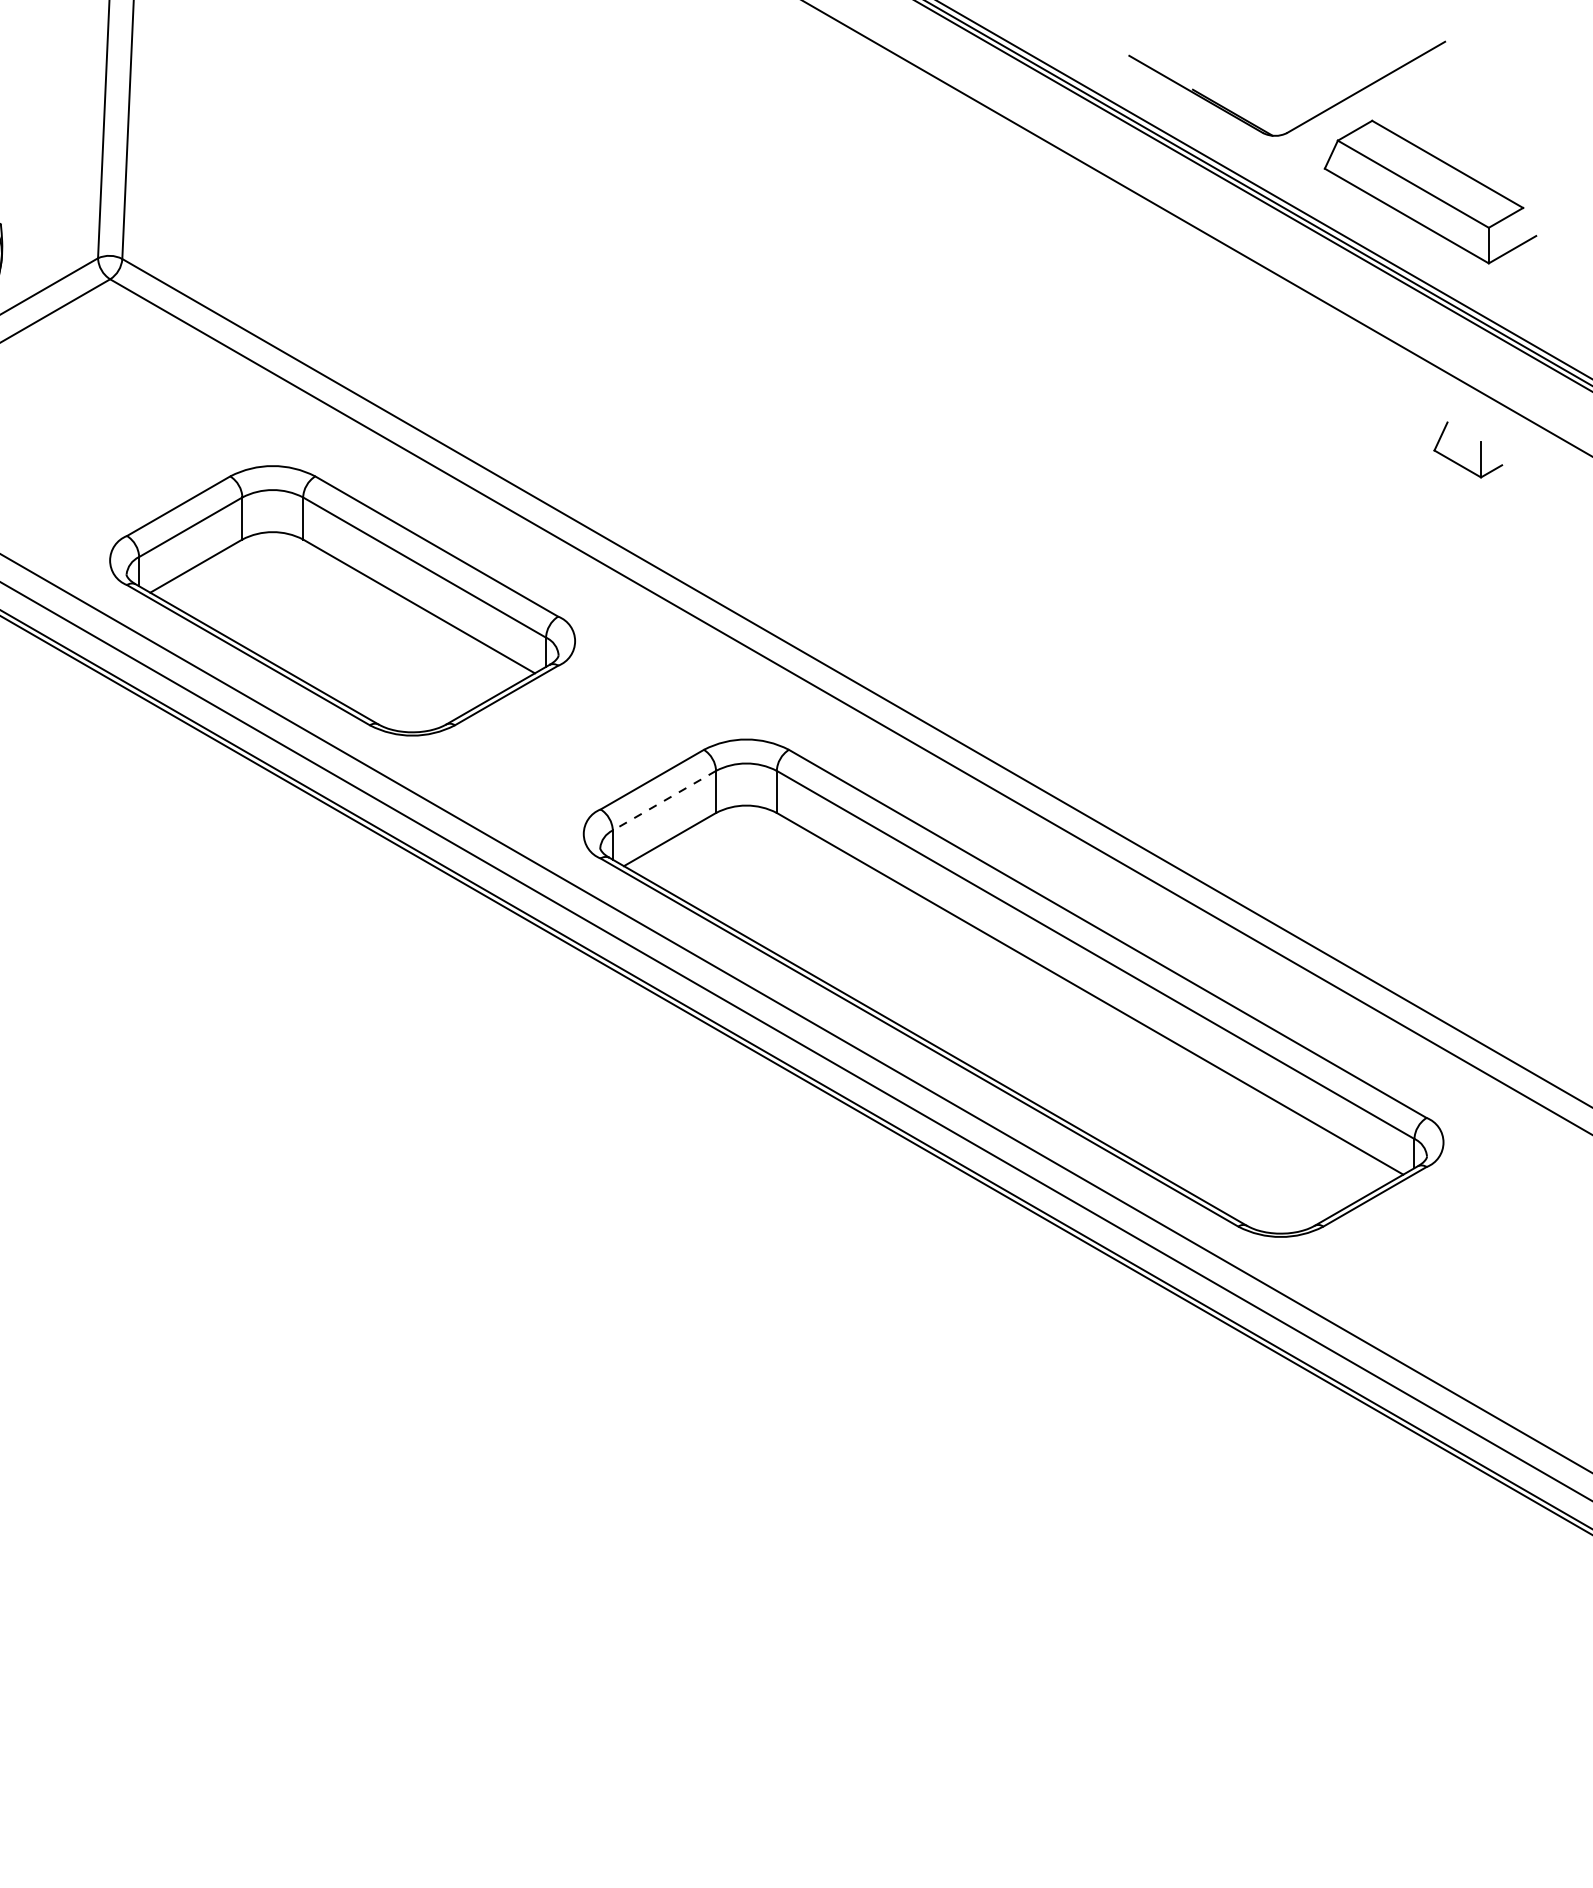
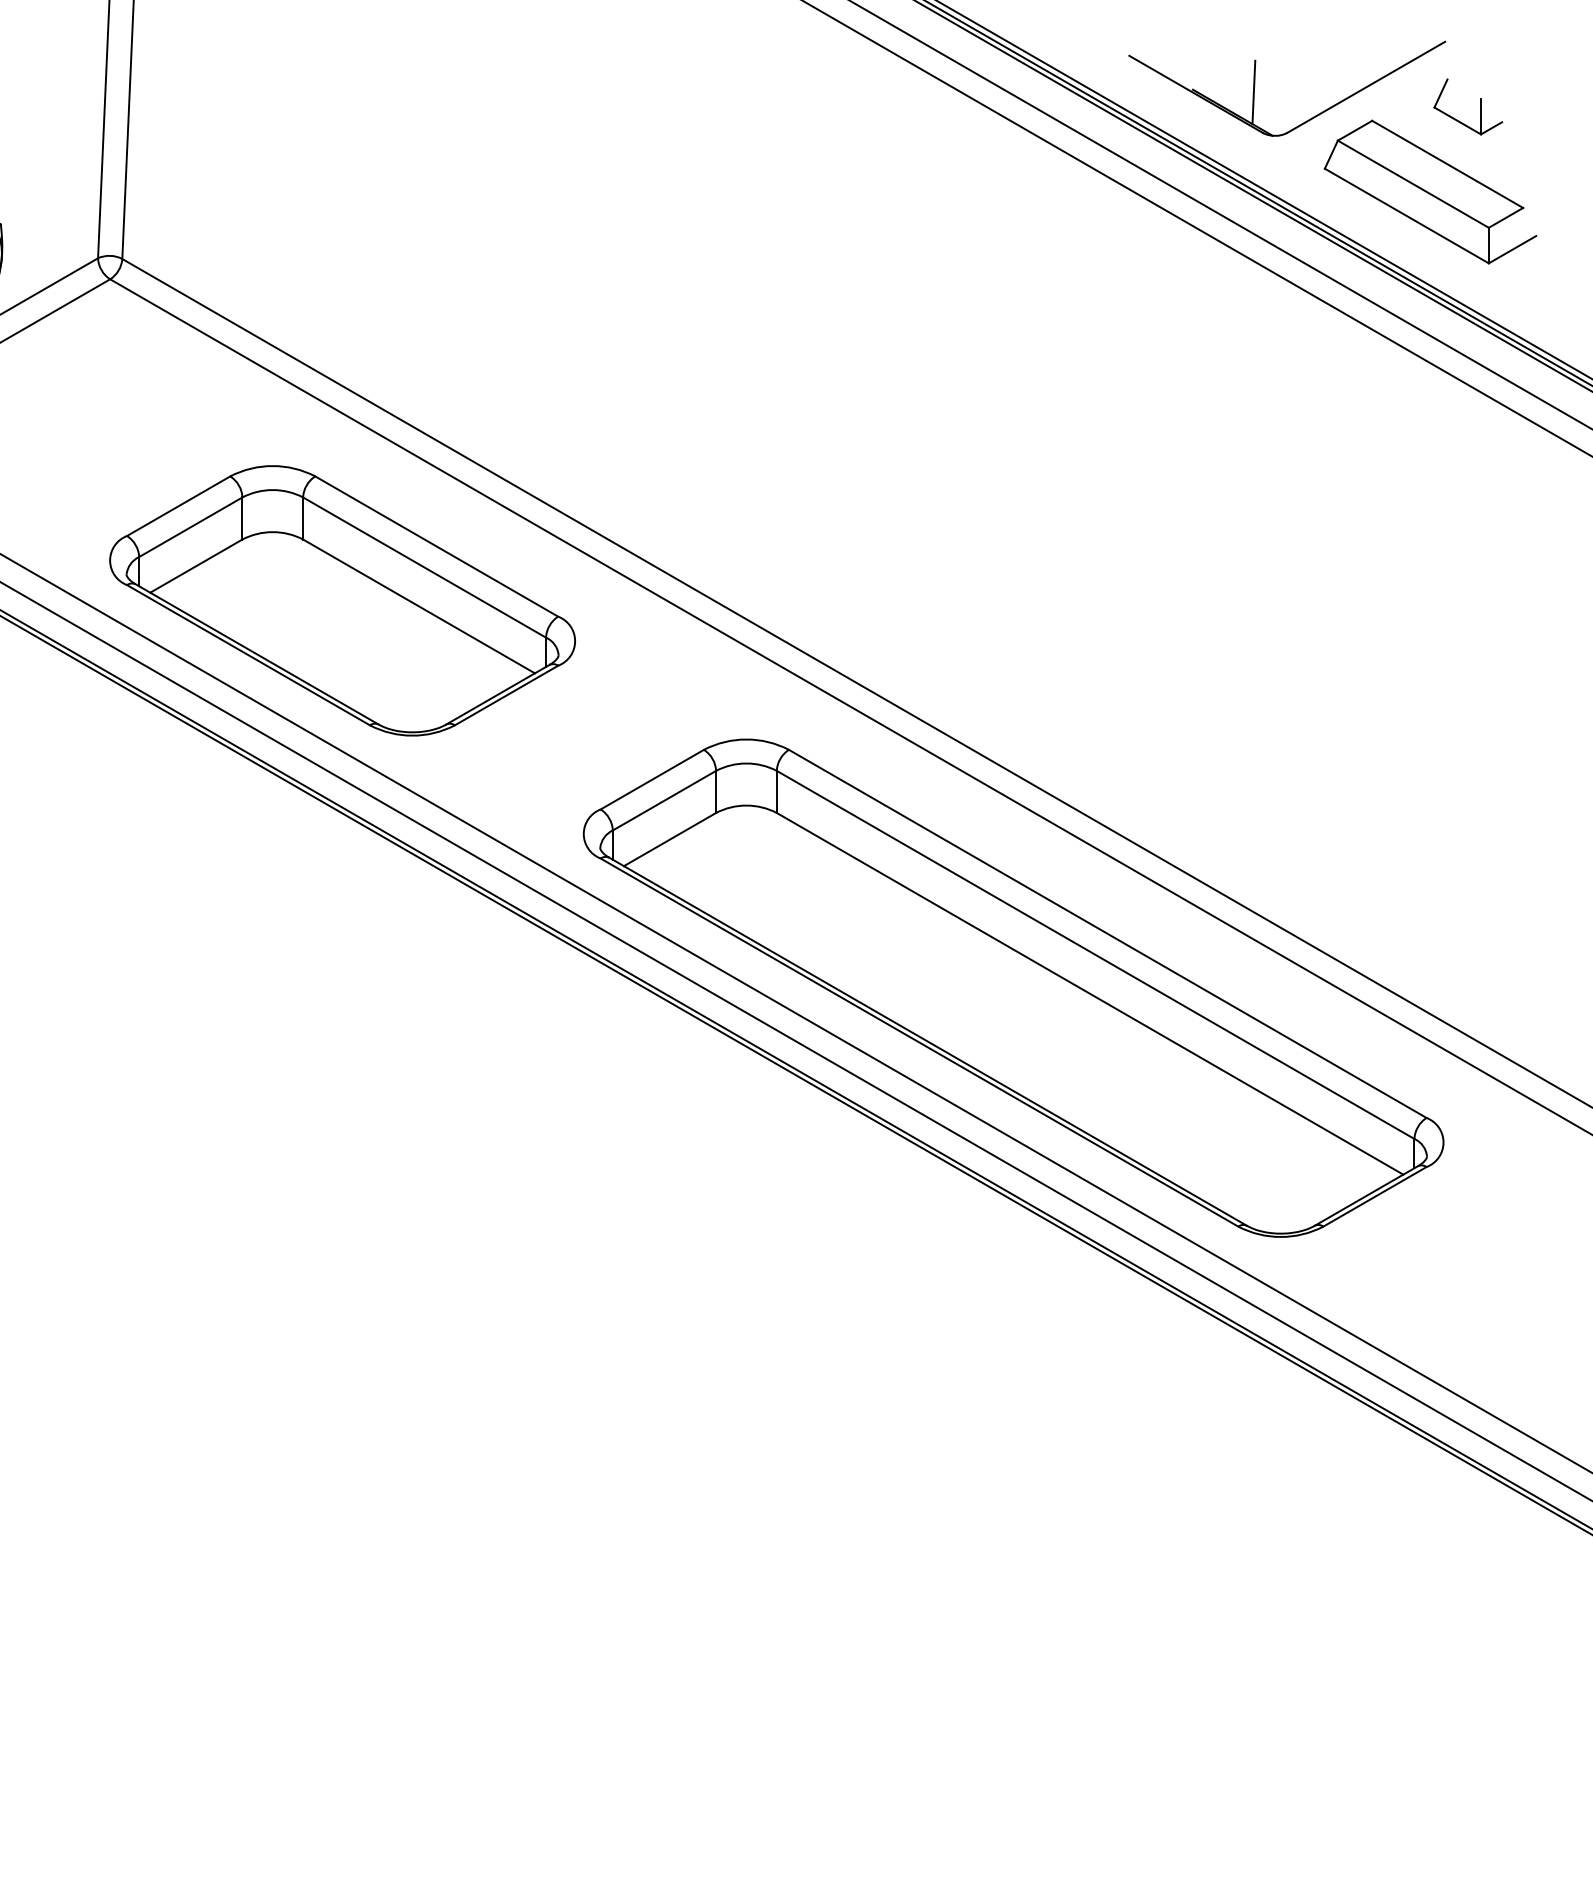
line at (1253, 92): none -> present
line at (1220, 214): none -> present
part at (1480, 449) position: (1480, 449) -> (1480, 106)
line at (664, 800): dashed -> solid
